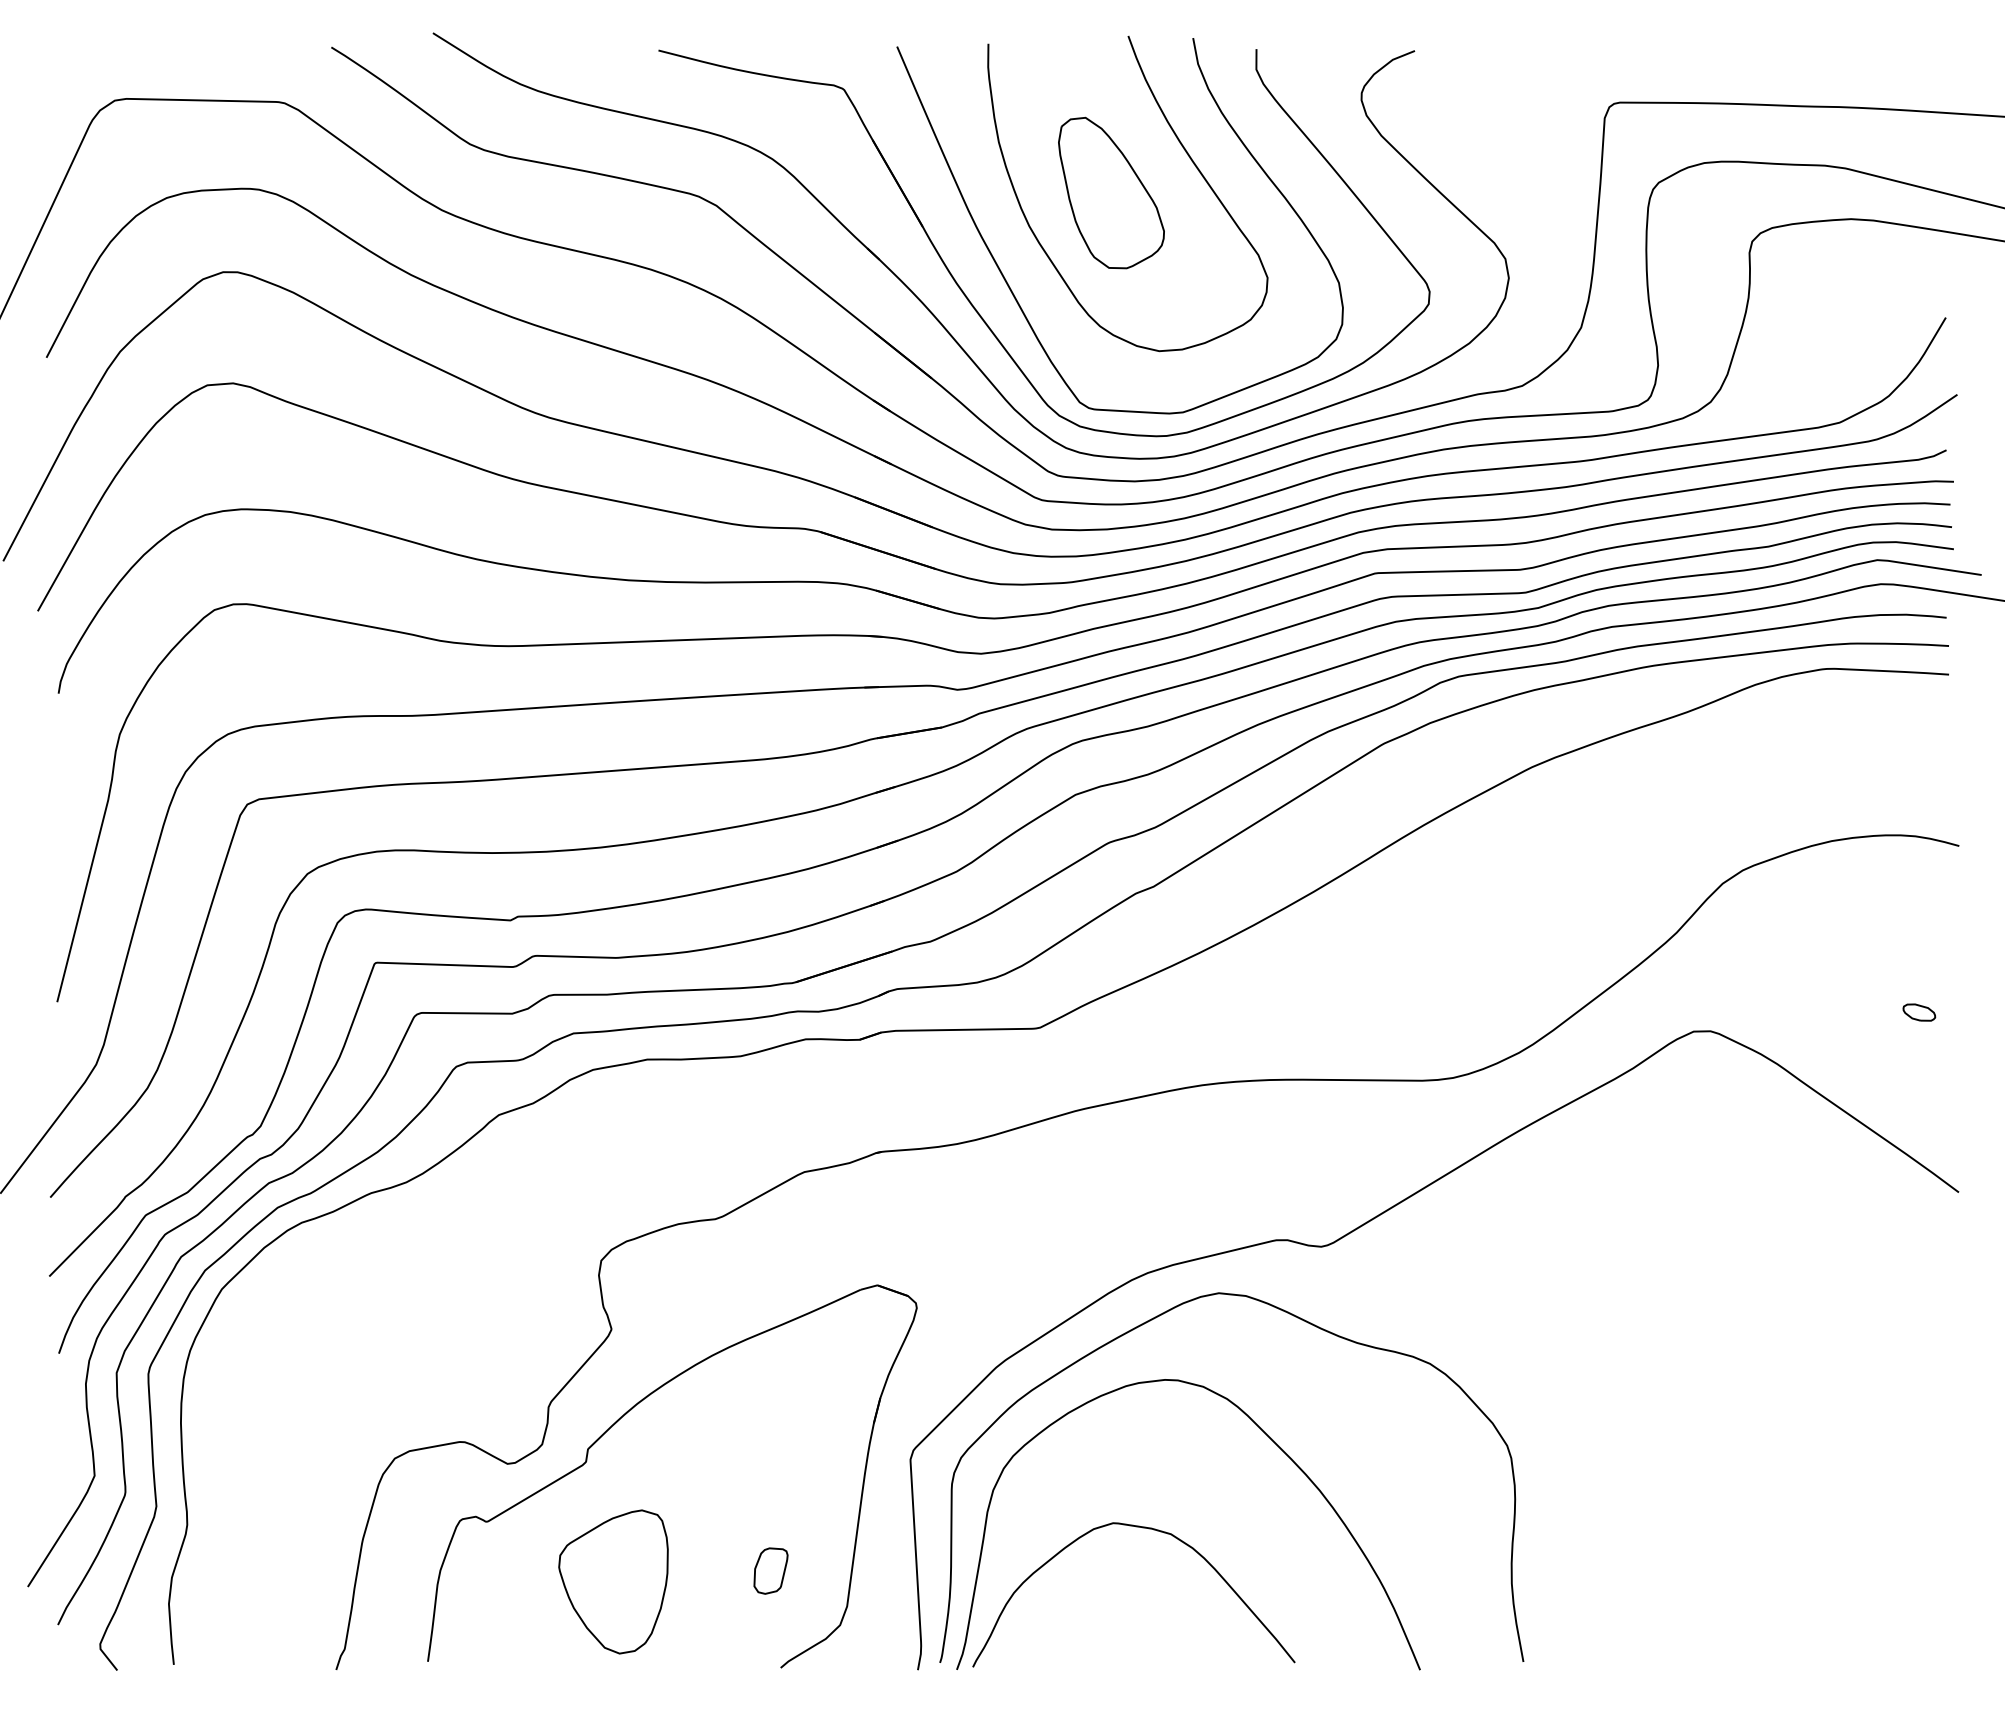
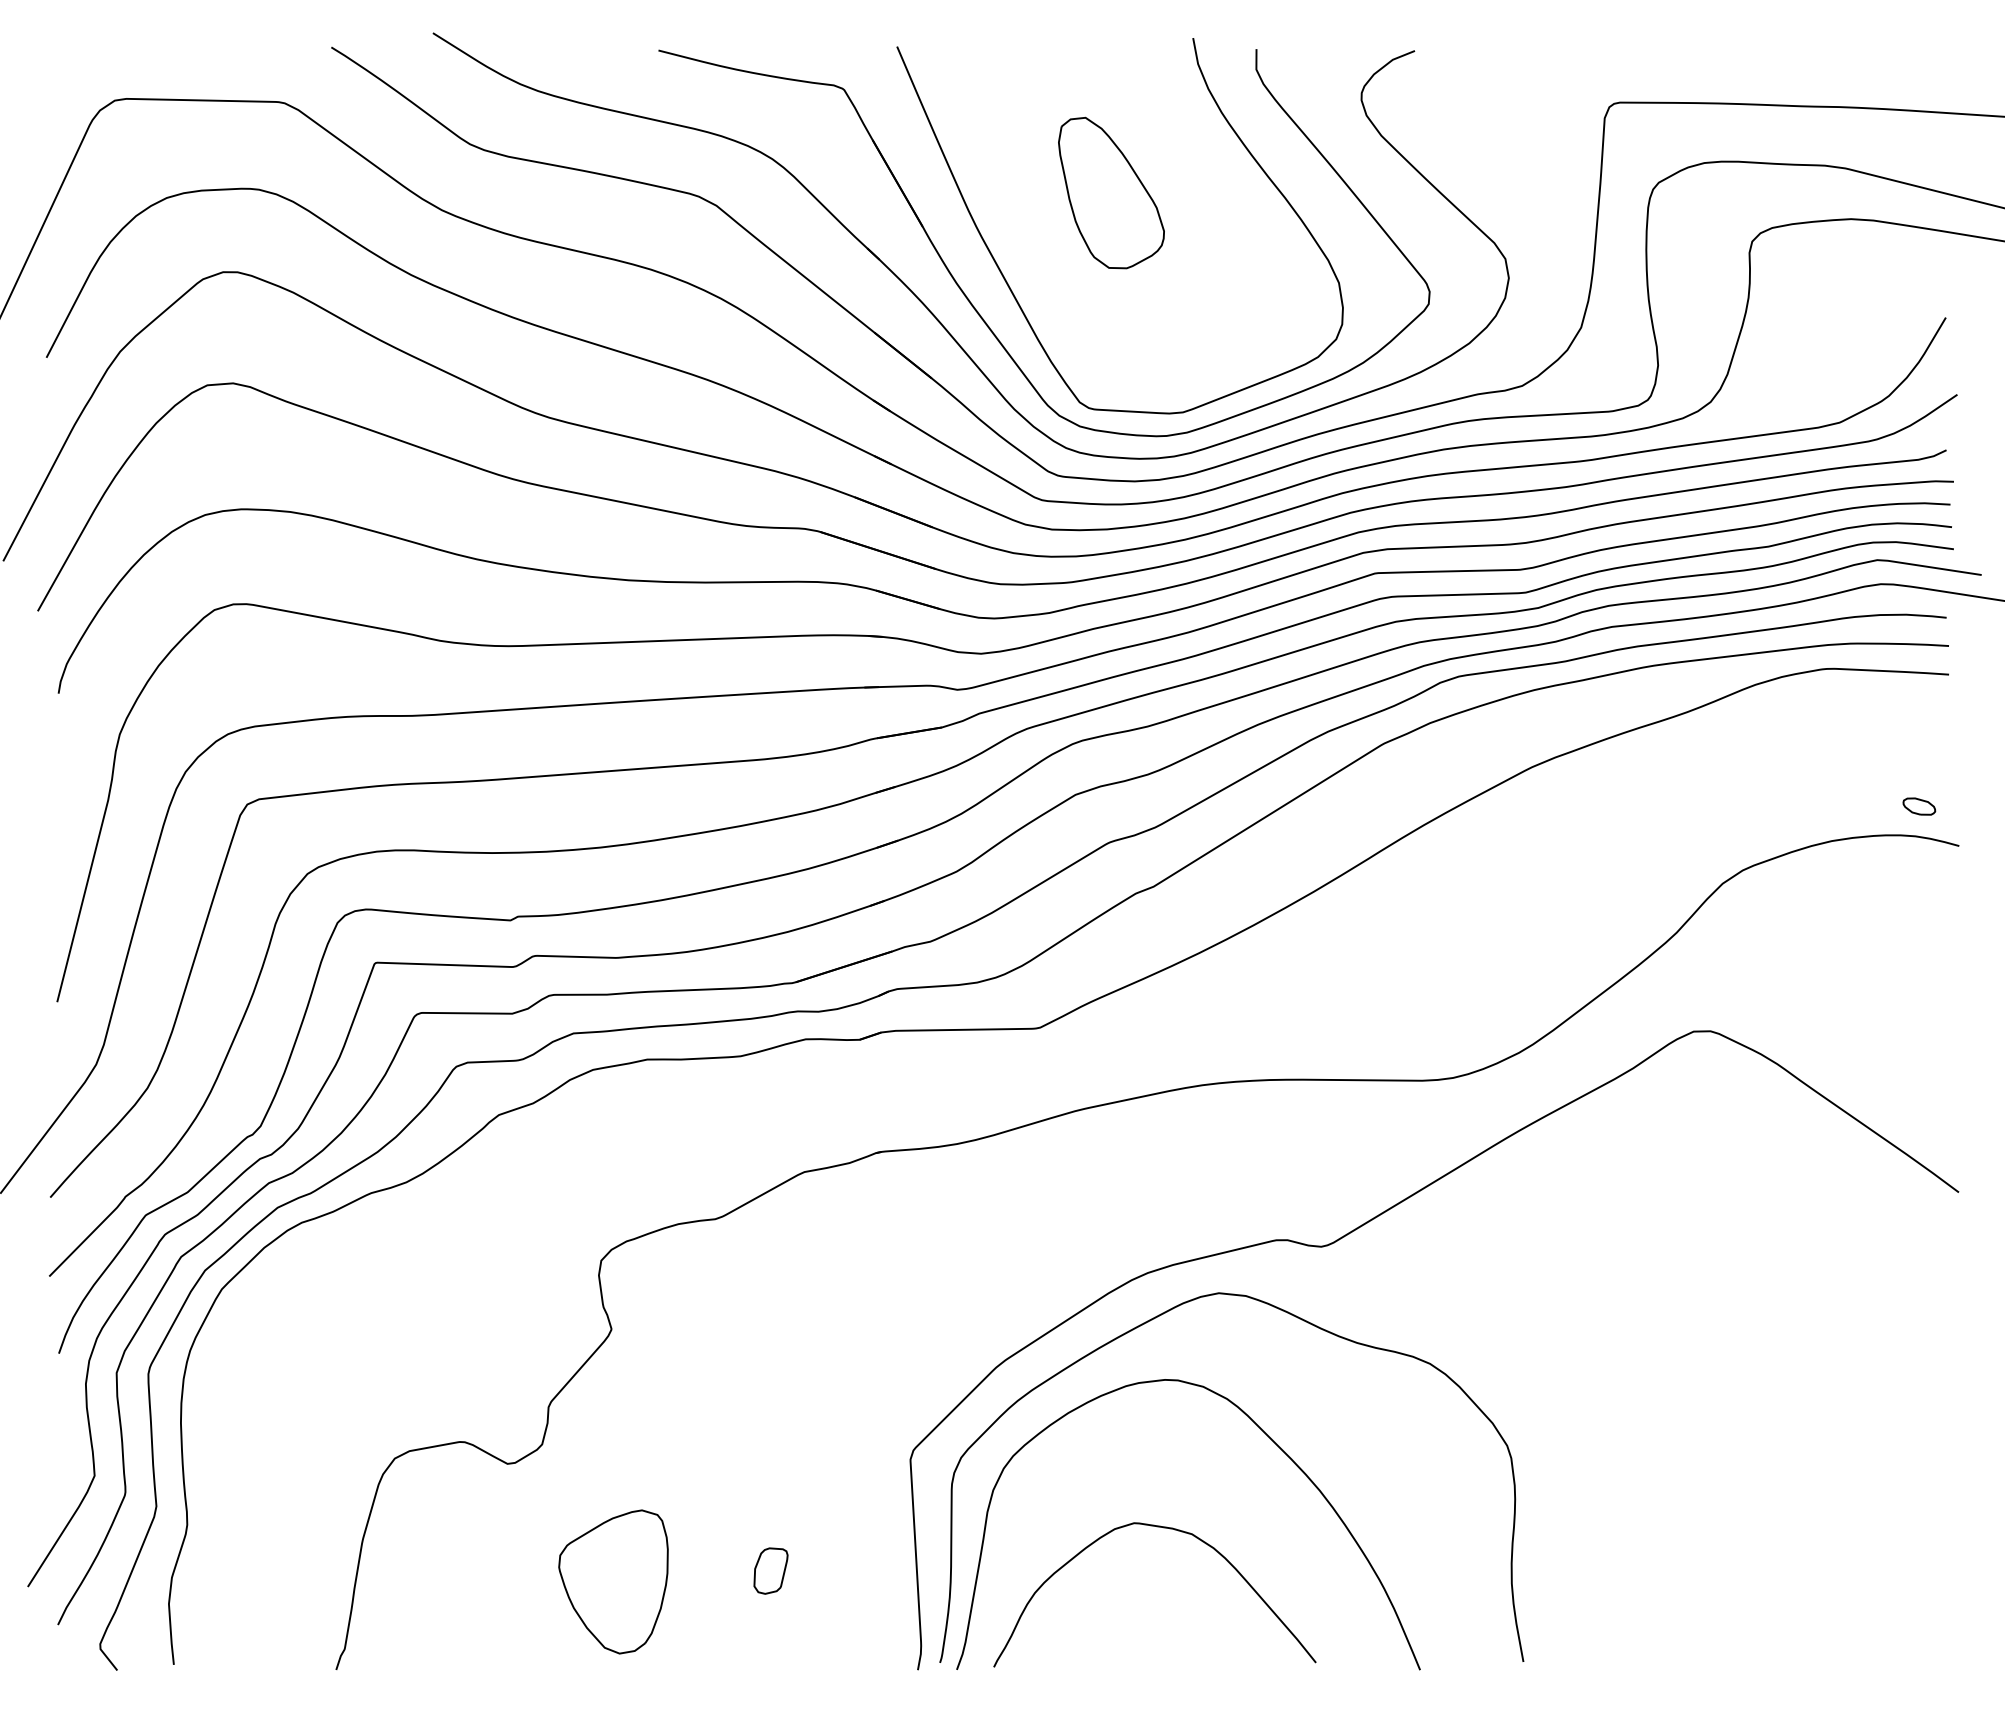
curve at (1187, 155): present -> none
part at (1919, 1012) position: (1919, 1012) -> (1919, 806)
part at (625, 1415): present -> none
curve at (1142, 1528) position: (1142, 1528) -> (1163, 1528)
